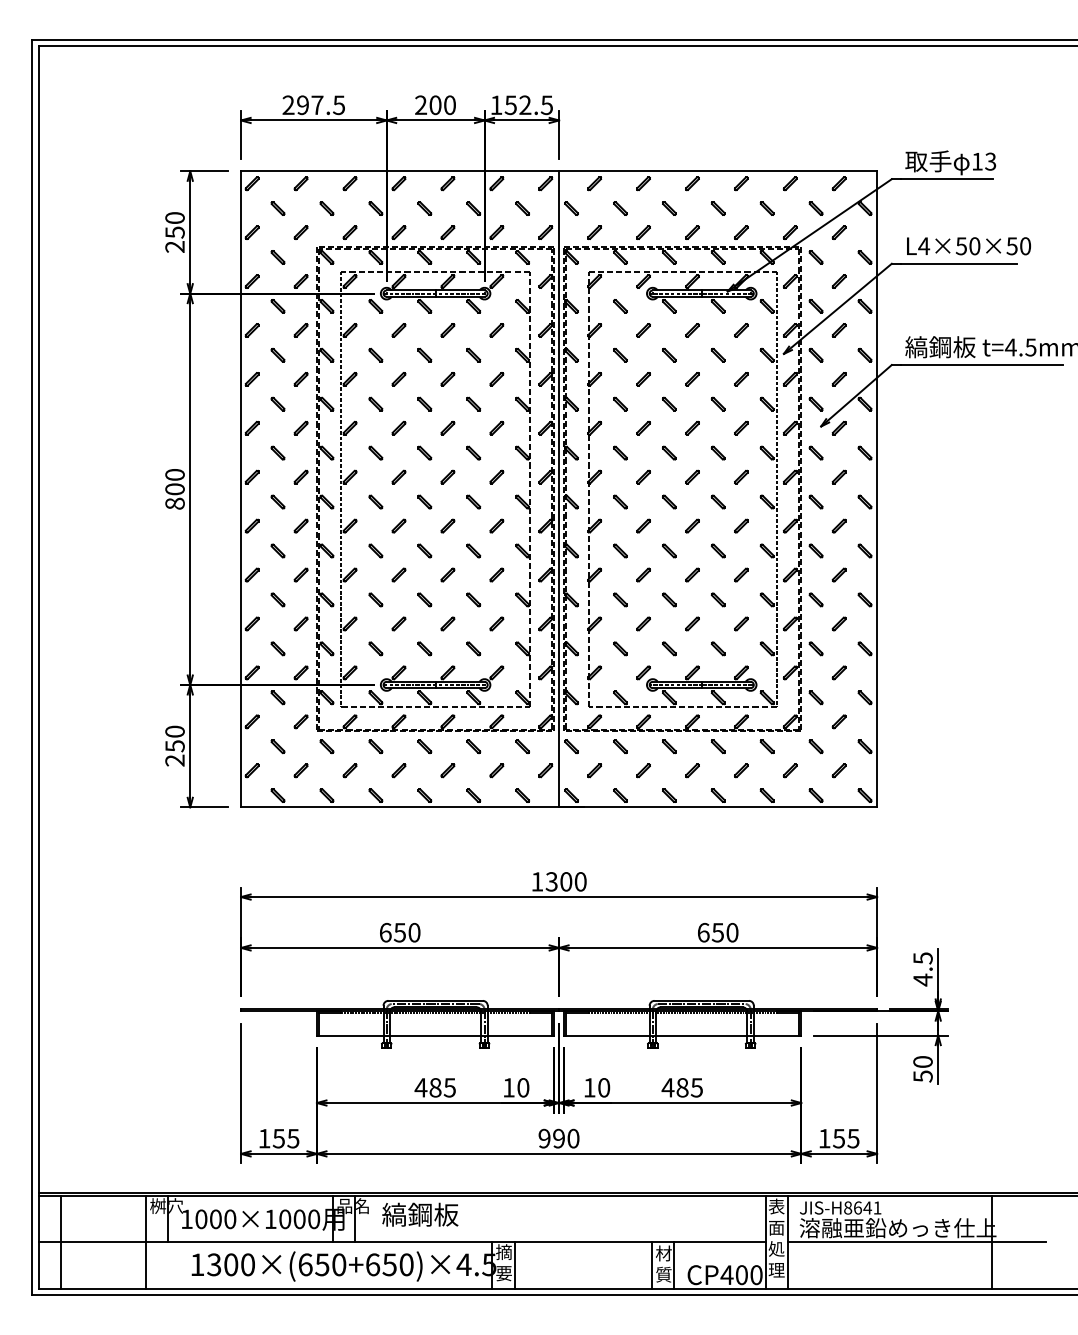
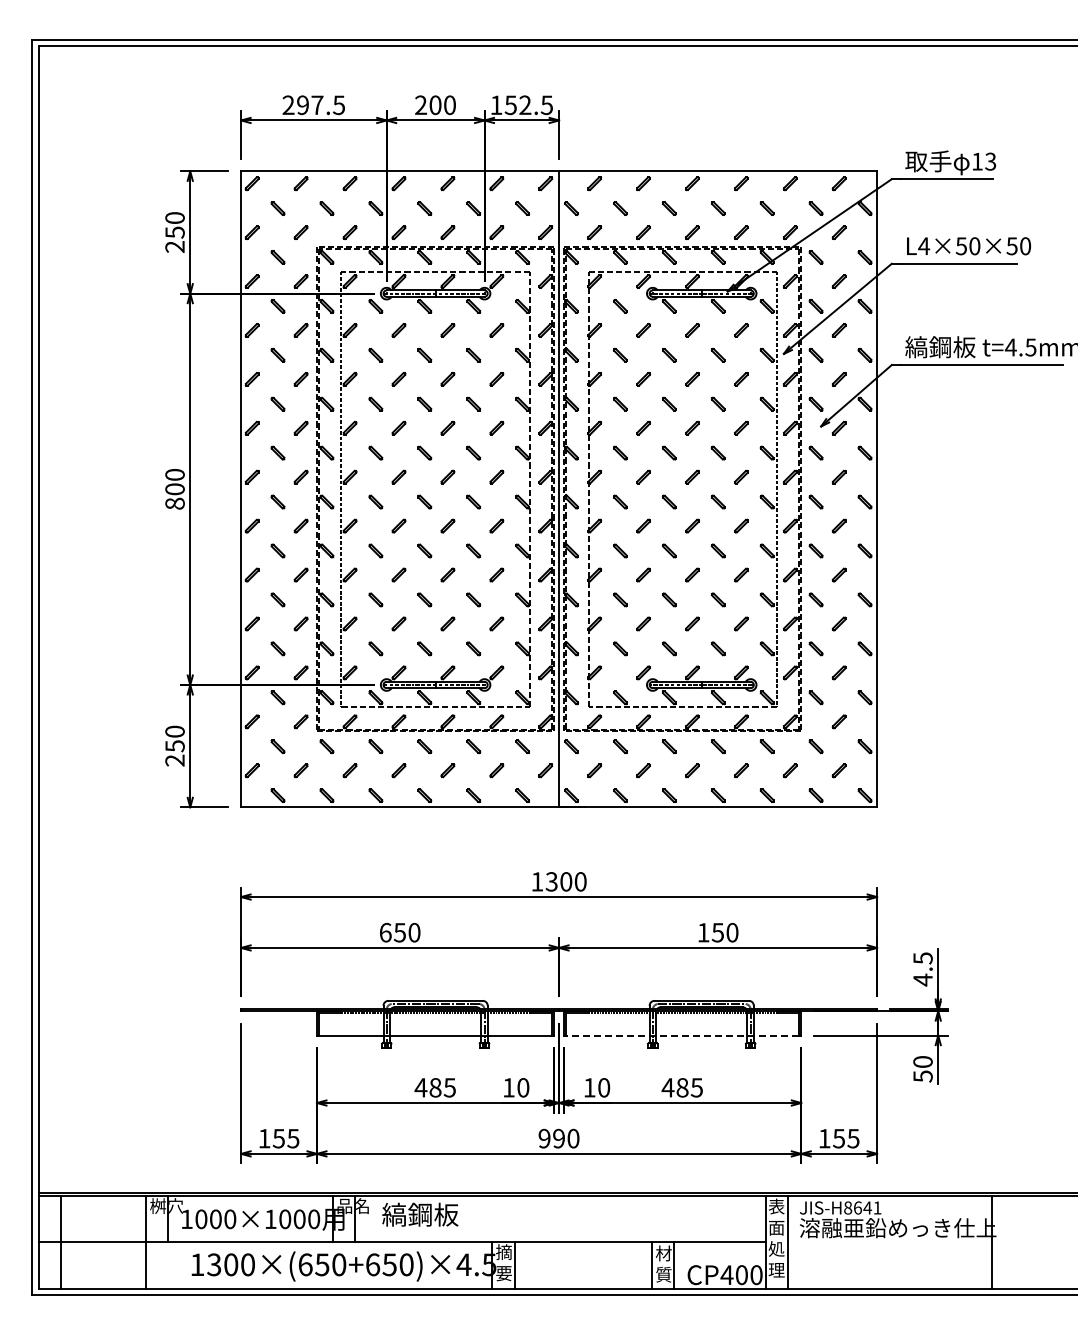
text at (703, 932): 650 -> 150
line at (682, 1035): solid -> dashed
line at (916, 1242): present -> none
